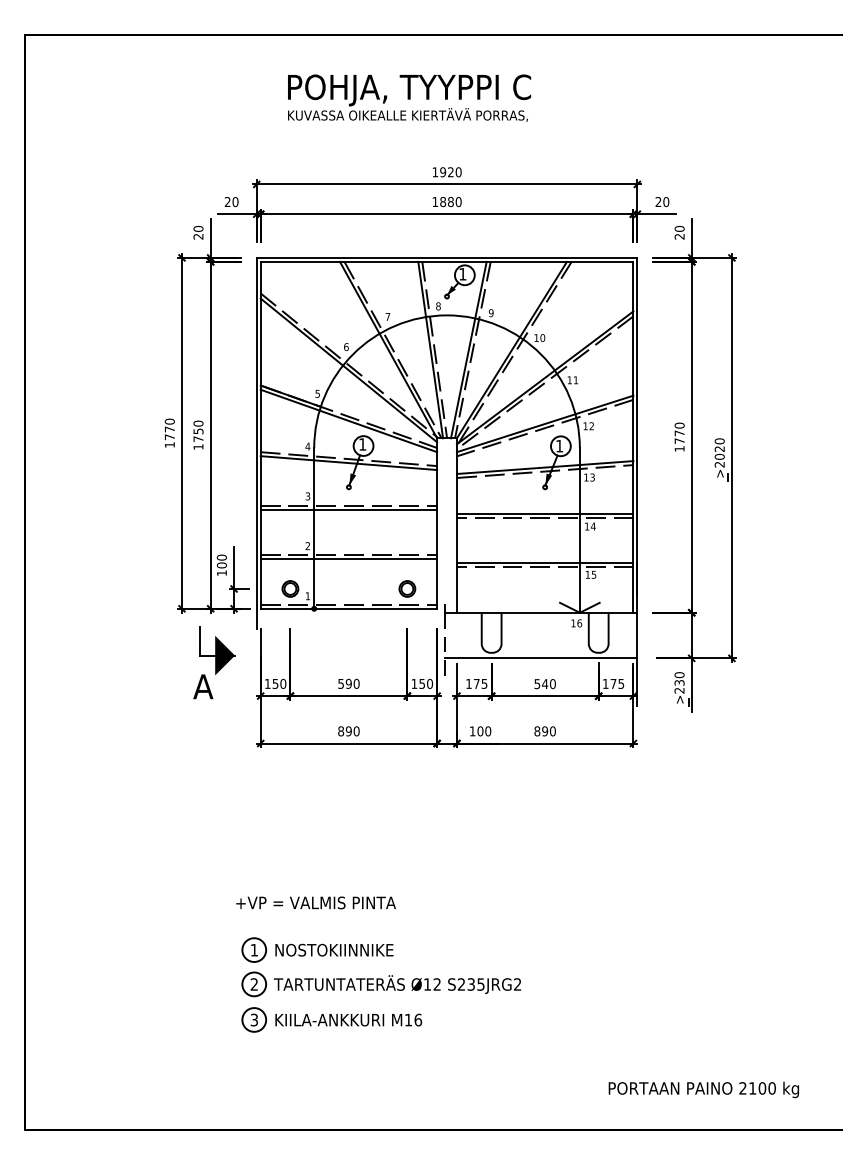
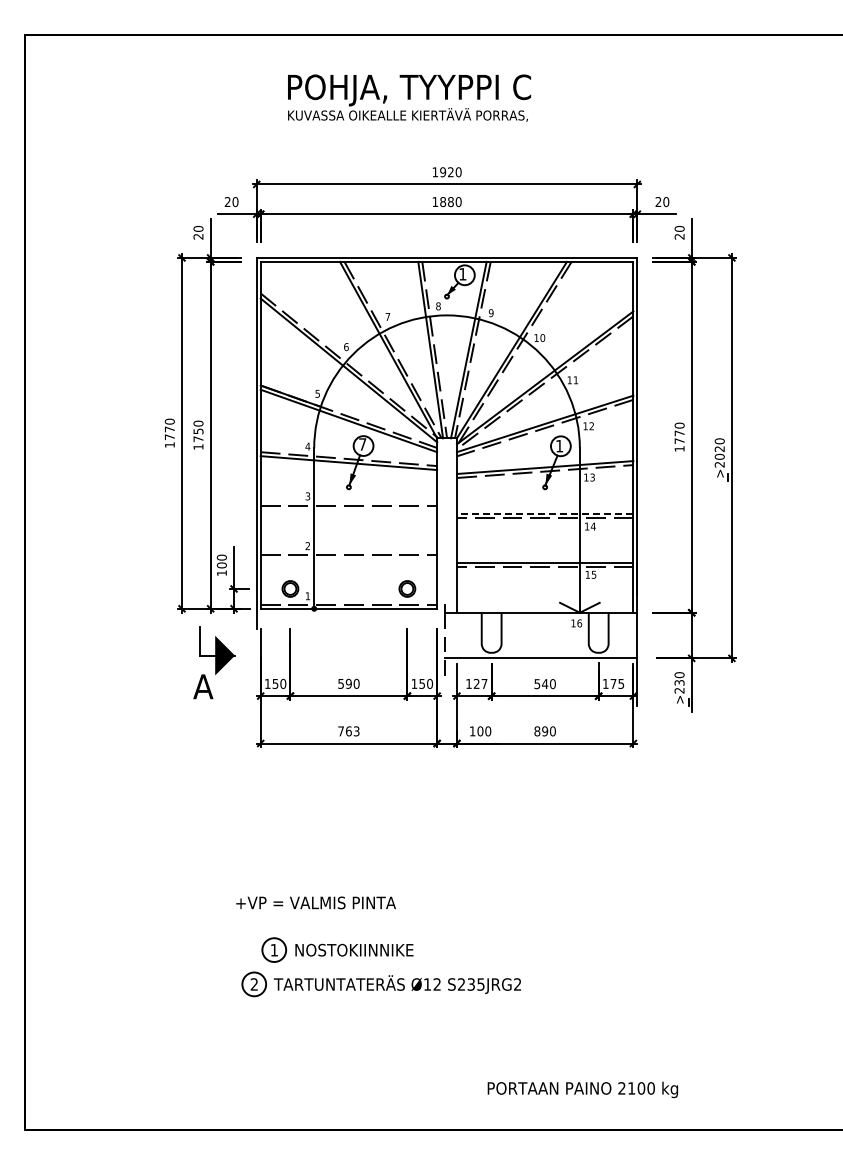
text at (362, 444): 1 -> 7
line at (348, 509): present -> none
line at (544, 513): solid -> dashed
line at (348, 559): present -> none
text at (480, 683): 175 -> 127
text at (348, 731): 890 -> 763
part at (317, 949) position: (317, 949) -> (337, 949)
part at (331, 1019): present -> none
text at (703, 1089) position: (703, 1089) -> (582, 1089)
